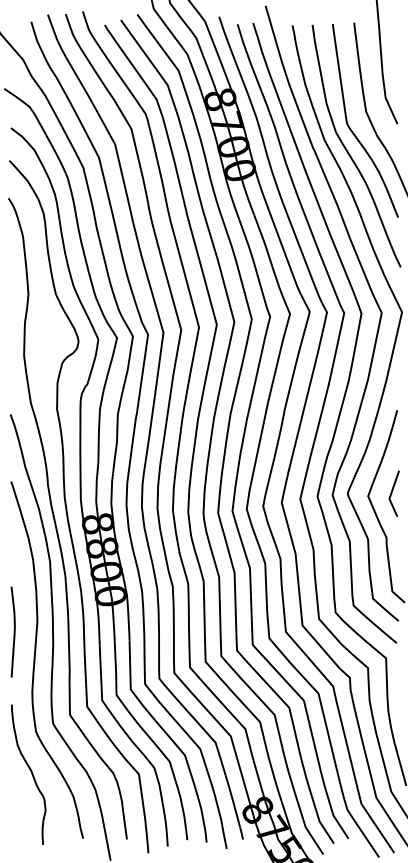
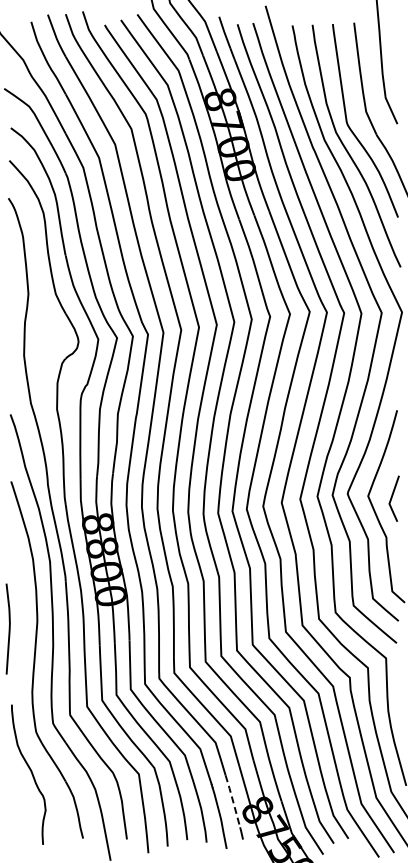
line at (392, 493) position: (392, 493) -> (392, 498)
curve at (13, 631) position: (13, 631) -> (8, 628)
line at (233, 801): solid -> dashed
